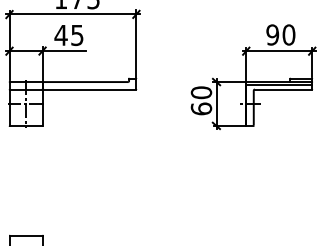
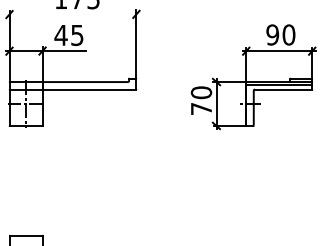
line at (73, 14): present -> none
text at (201, 108): 60 -> 70
